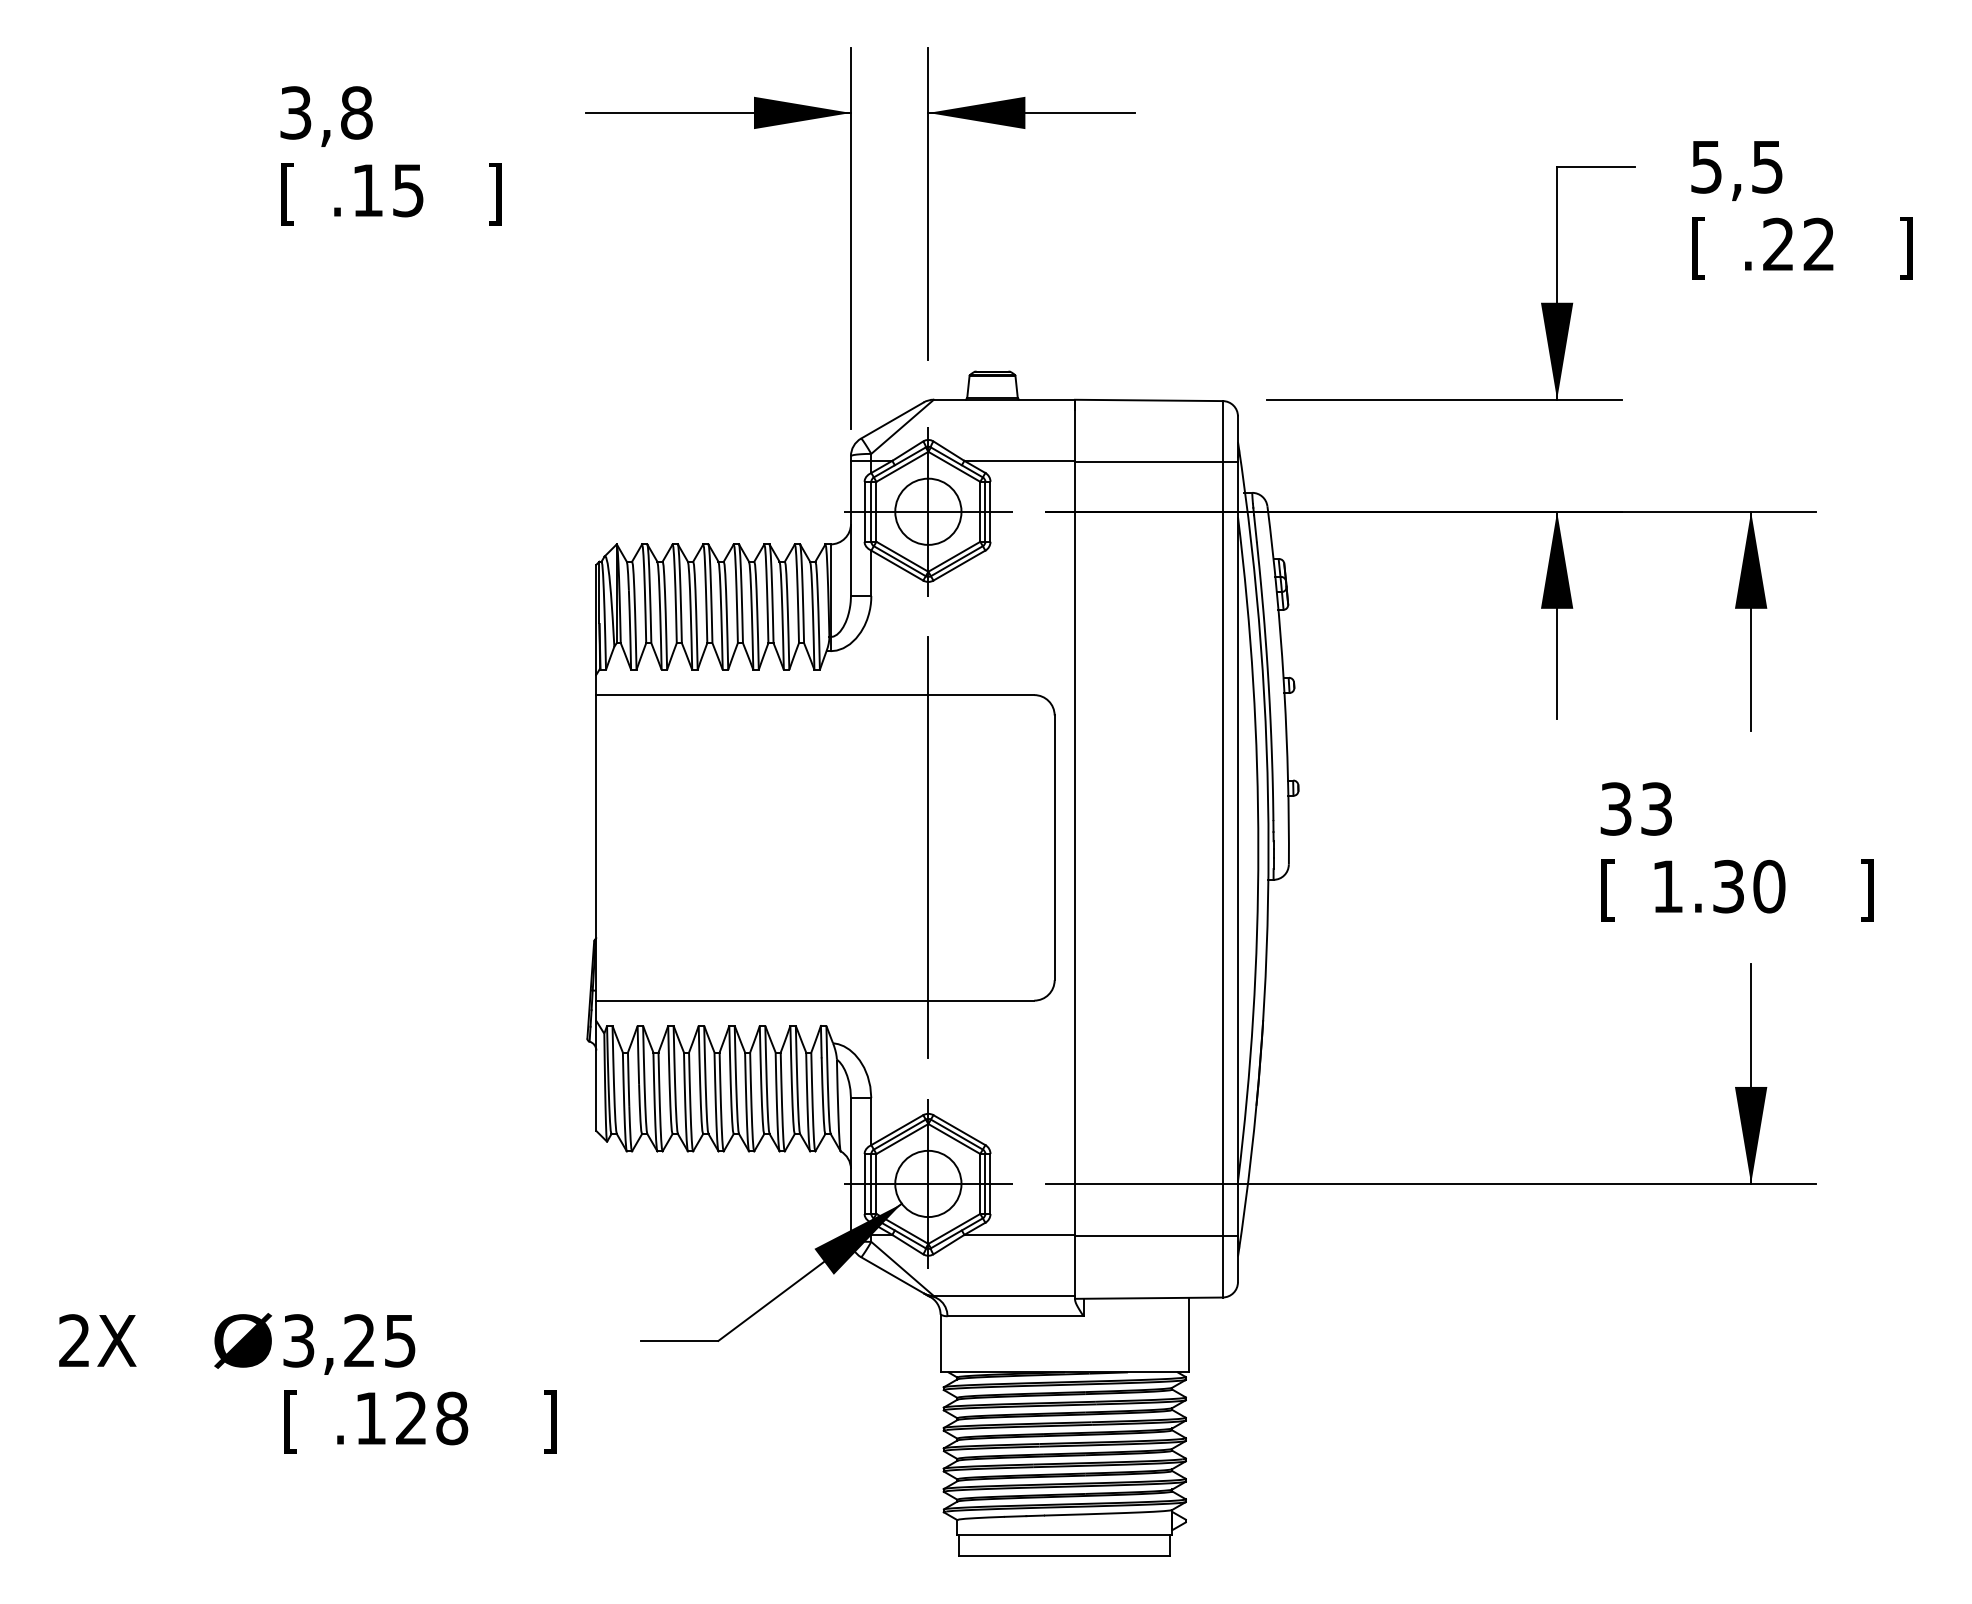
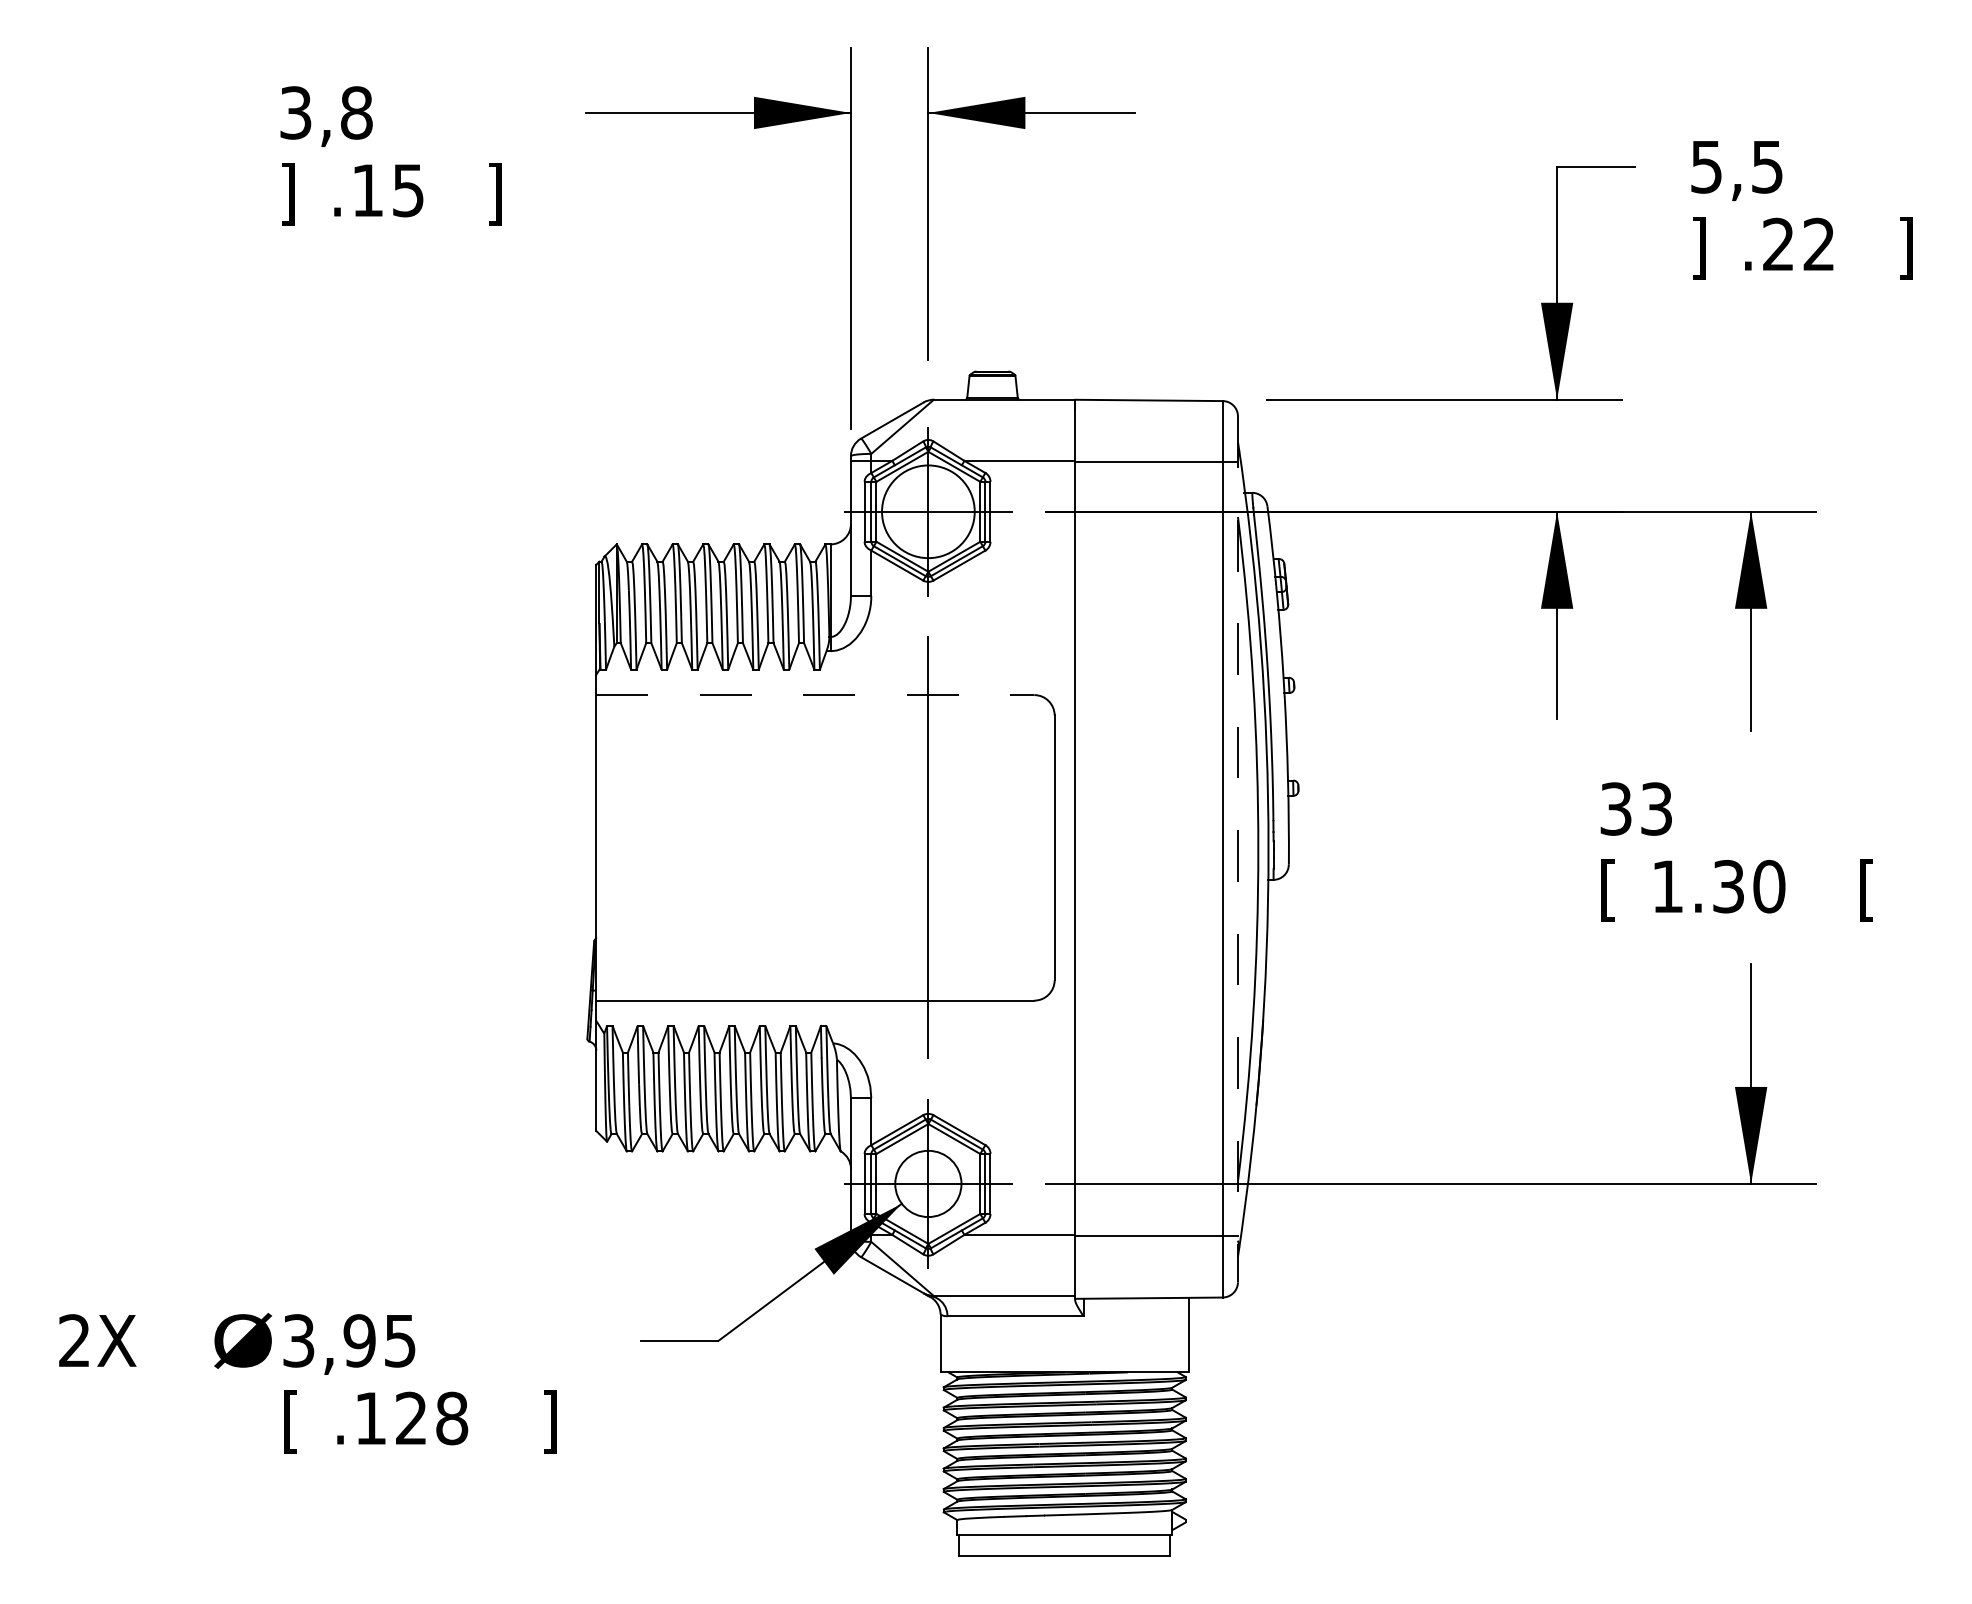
text at (287, 194): [ -> ]
text at (1698, 248): [ -> ]
circle at (928, 511) diameter: 66 px -> 93 px
line at (815, 695): solid -> dashed
line at (1237, 849): solid -> dashed
text at (1866, 890): ] -> [
text at (359, 1340): 3,25 -> 3,95
